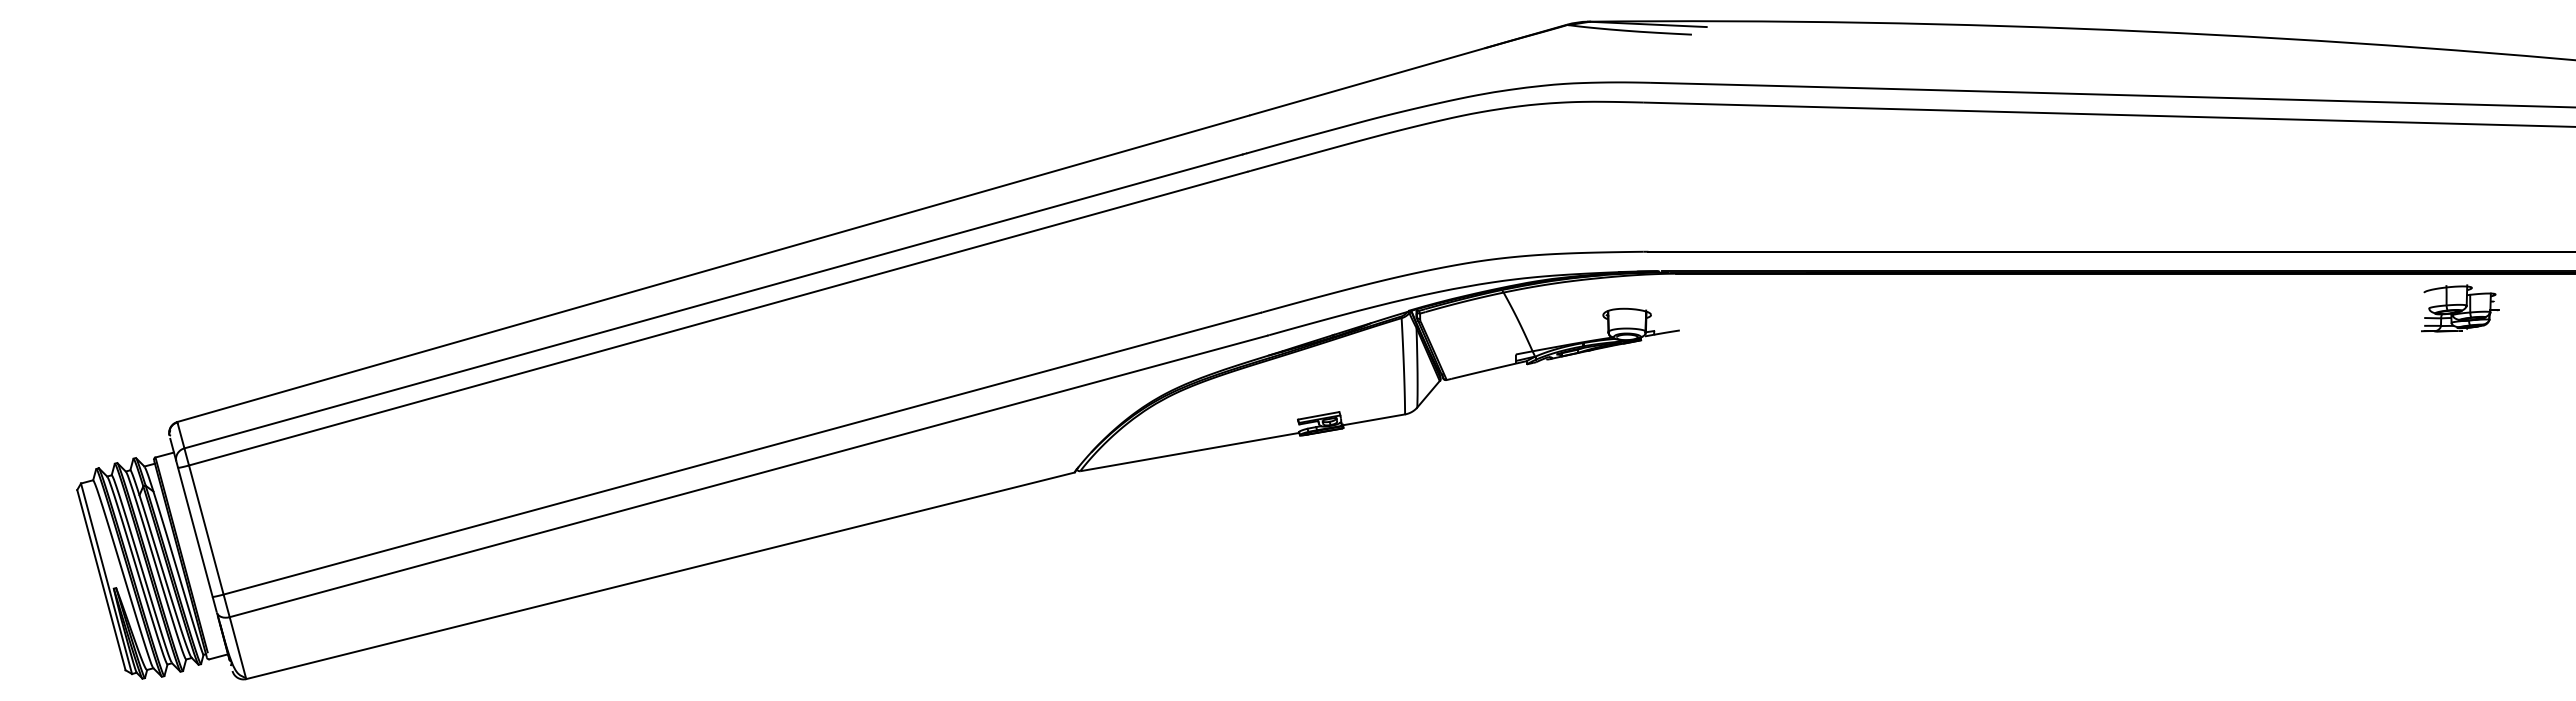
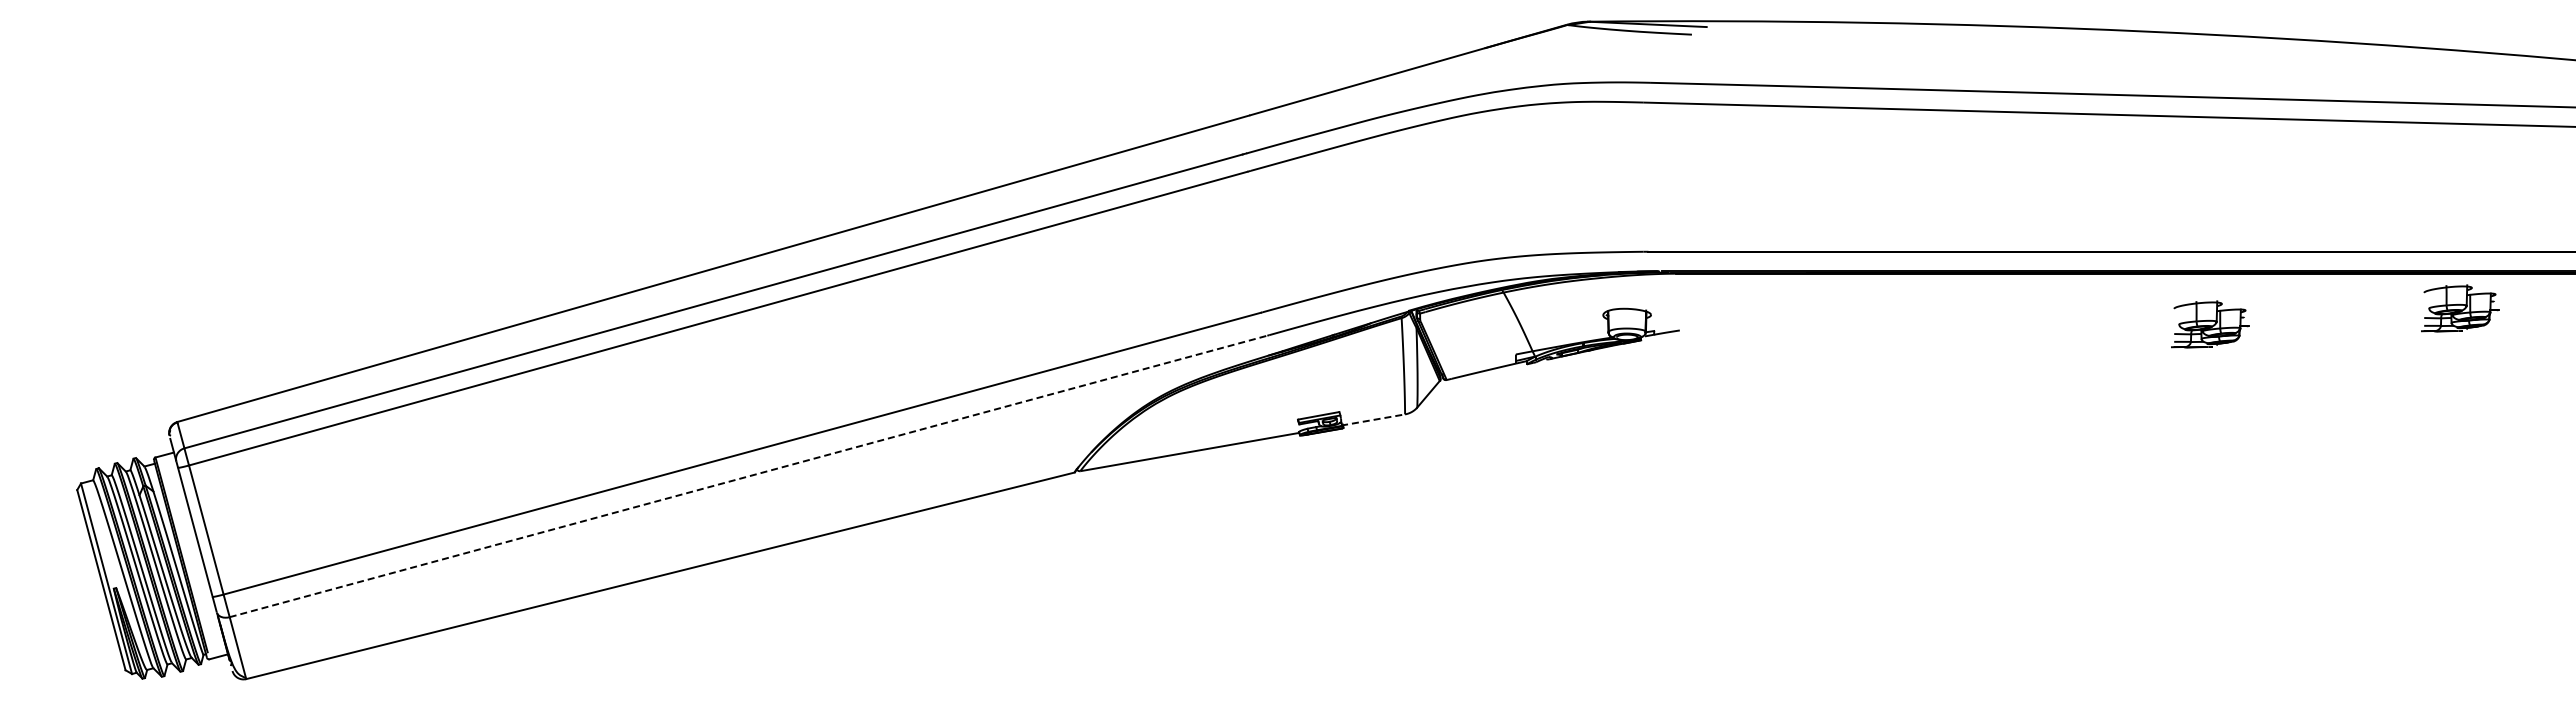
part at (2210, 324): none -> present
line at (1373, 419): solid -> dashed
line at (748, 476): solid -> dashed
